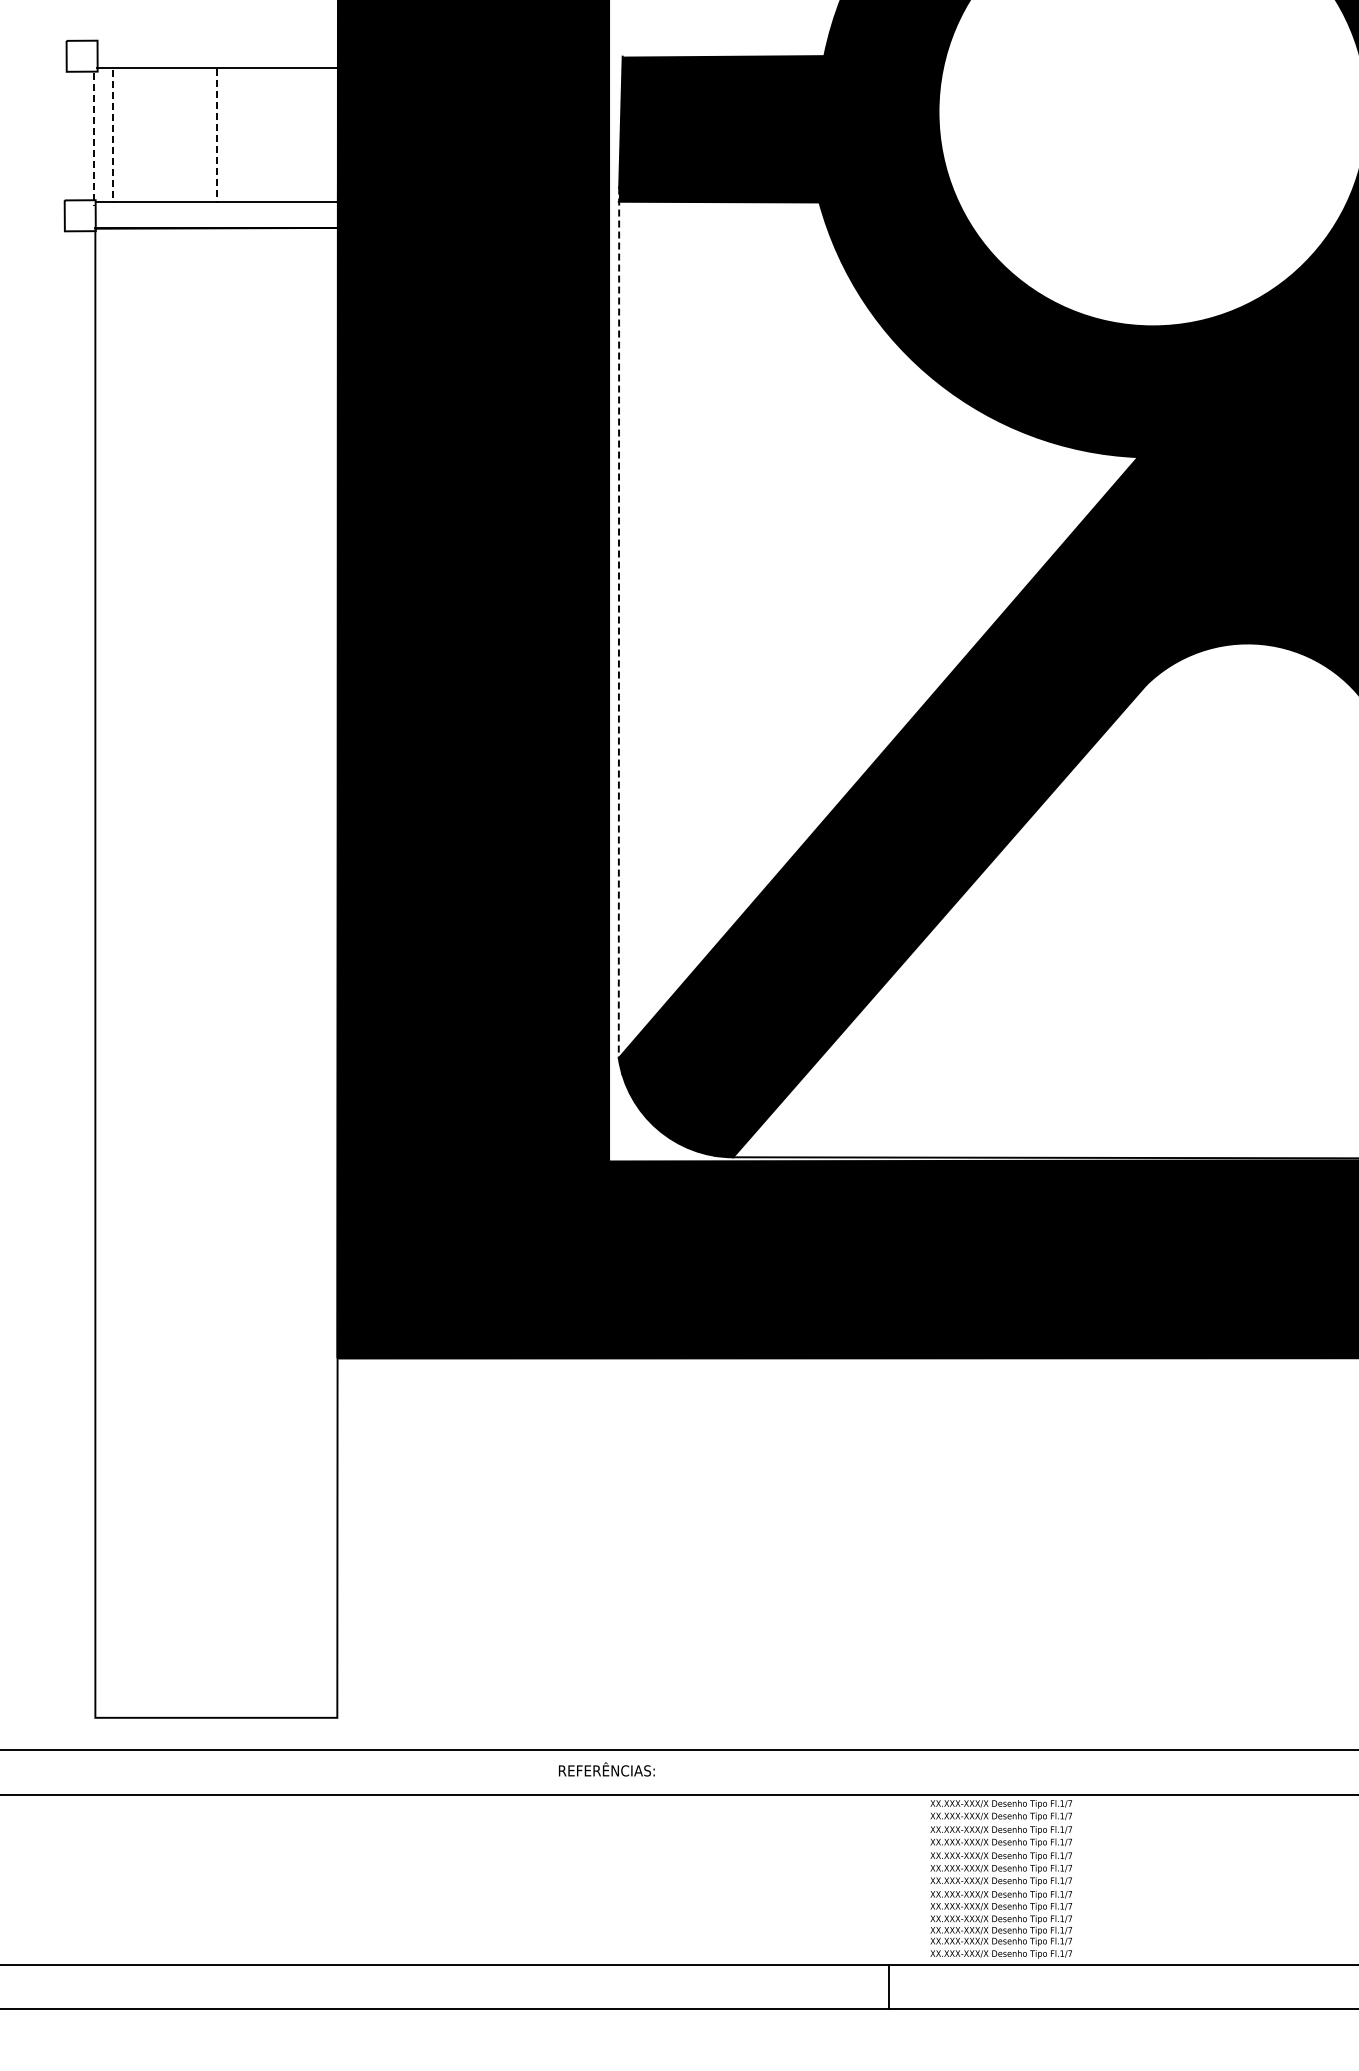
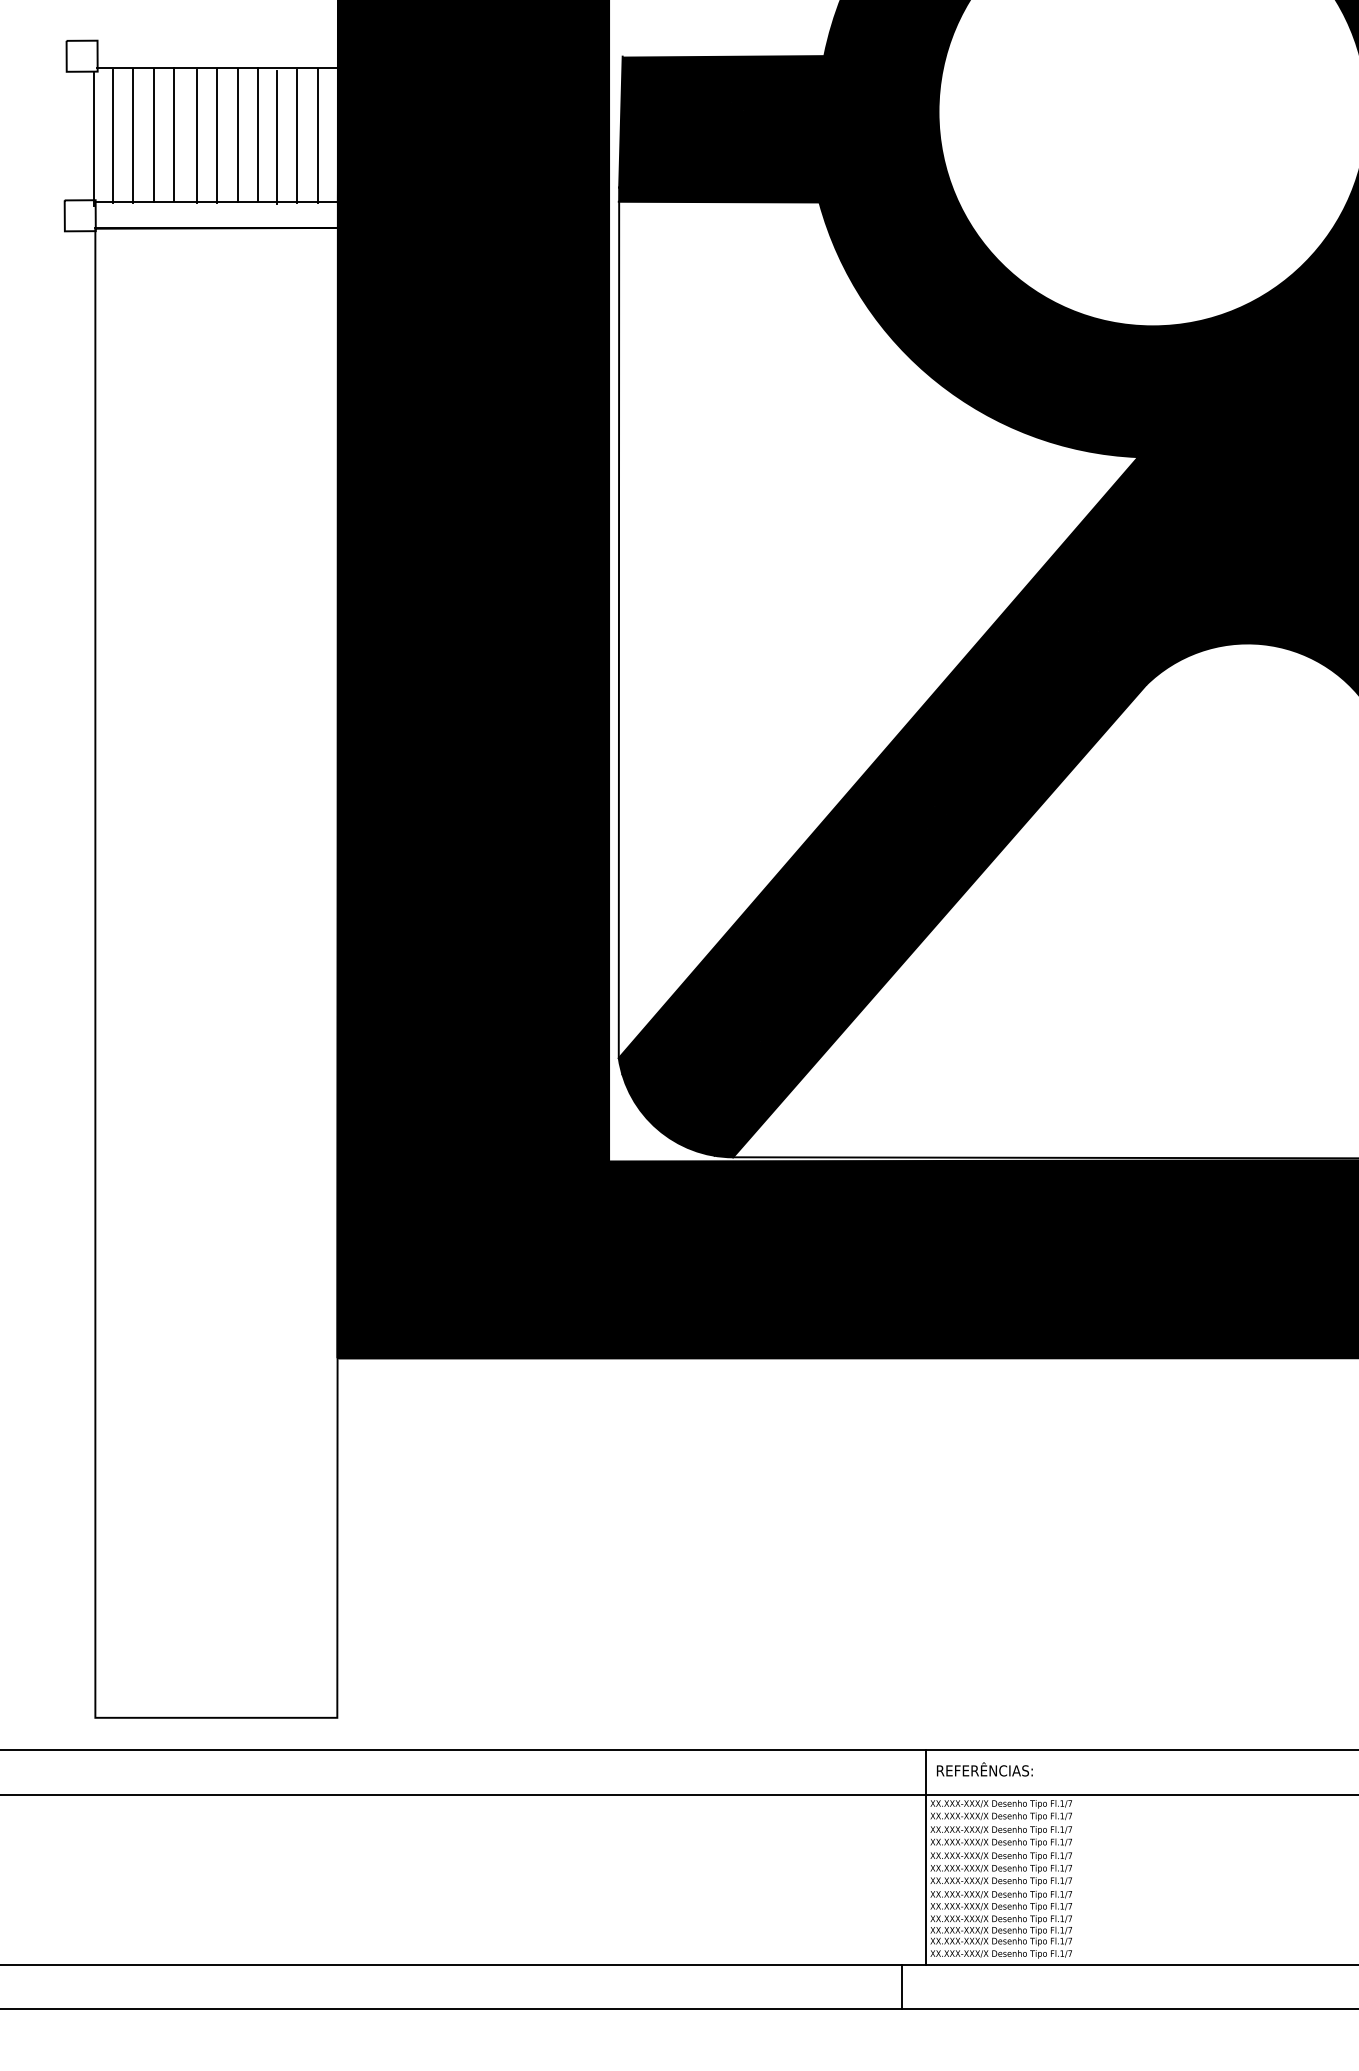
line at (174, 133): none -> present
line at (258, 133): none -> present
line at (154, 134): none -> present
line at (238, 134): none -> present
line at (132, 135): none -> present
line at (216, 135): dashed -> solid
line at (318, 135): none -> present
line at (112, 136): dashed -> solid
line at (196, 136): none -> present
line at (296, 136): none -> present
line at (276, 137): none -> present
line at (94, 139): dashed -> solid
line at (618, 623): dashed -> solid
text at (606, 1769) position: (606, 1769) -> (984, 1769)
line at (925, 1857): none -> present
line at (888, 1986) position: (888, 1986) -> (901, 1986)
